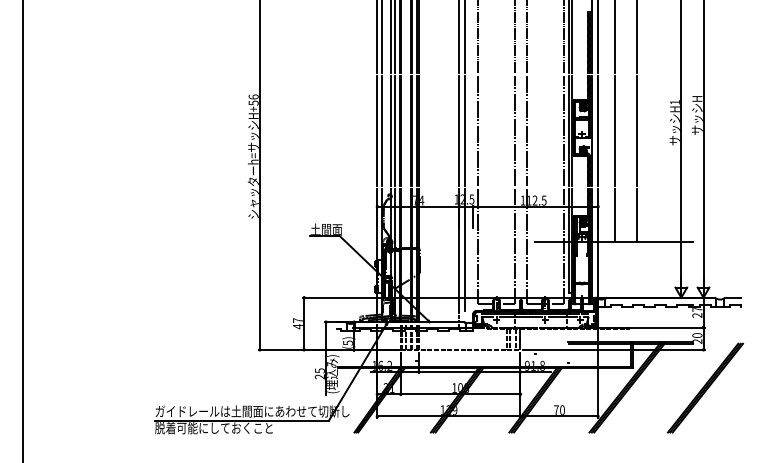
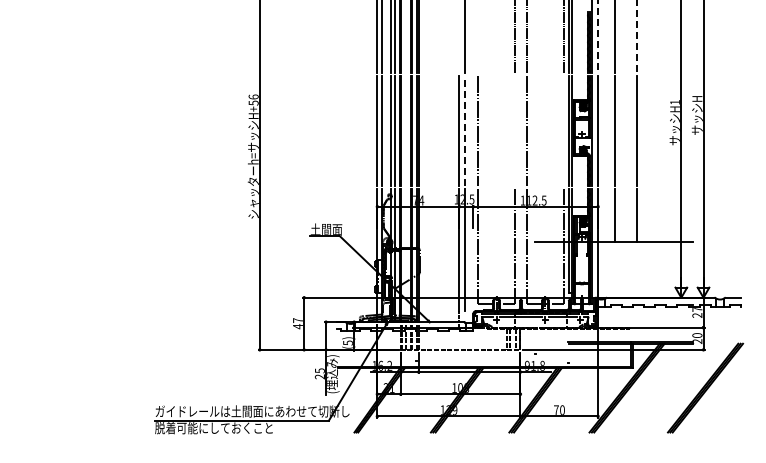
line at (598, 36): solid -> dashed
line at (636, 36): solid -> dashed
line at (459, 37): present -> none
line at (477, 37): present -> none
line at (465, 130): solid -> dashed
line at (515, 130): present -> none
line at (564, 130): present -> none
line at (22, 230): present -> none
